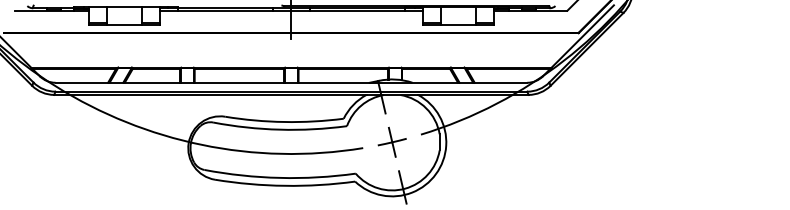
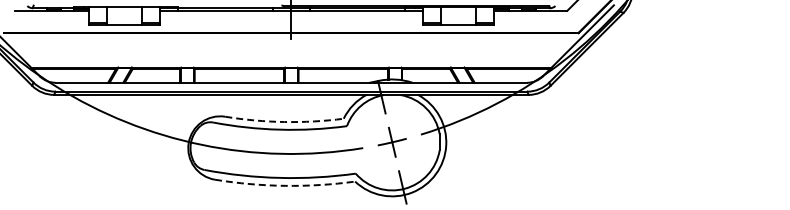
arc at (284, 122): solid -> dashed
arc at (285, 185): solid -> dashed
